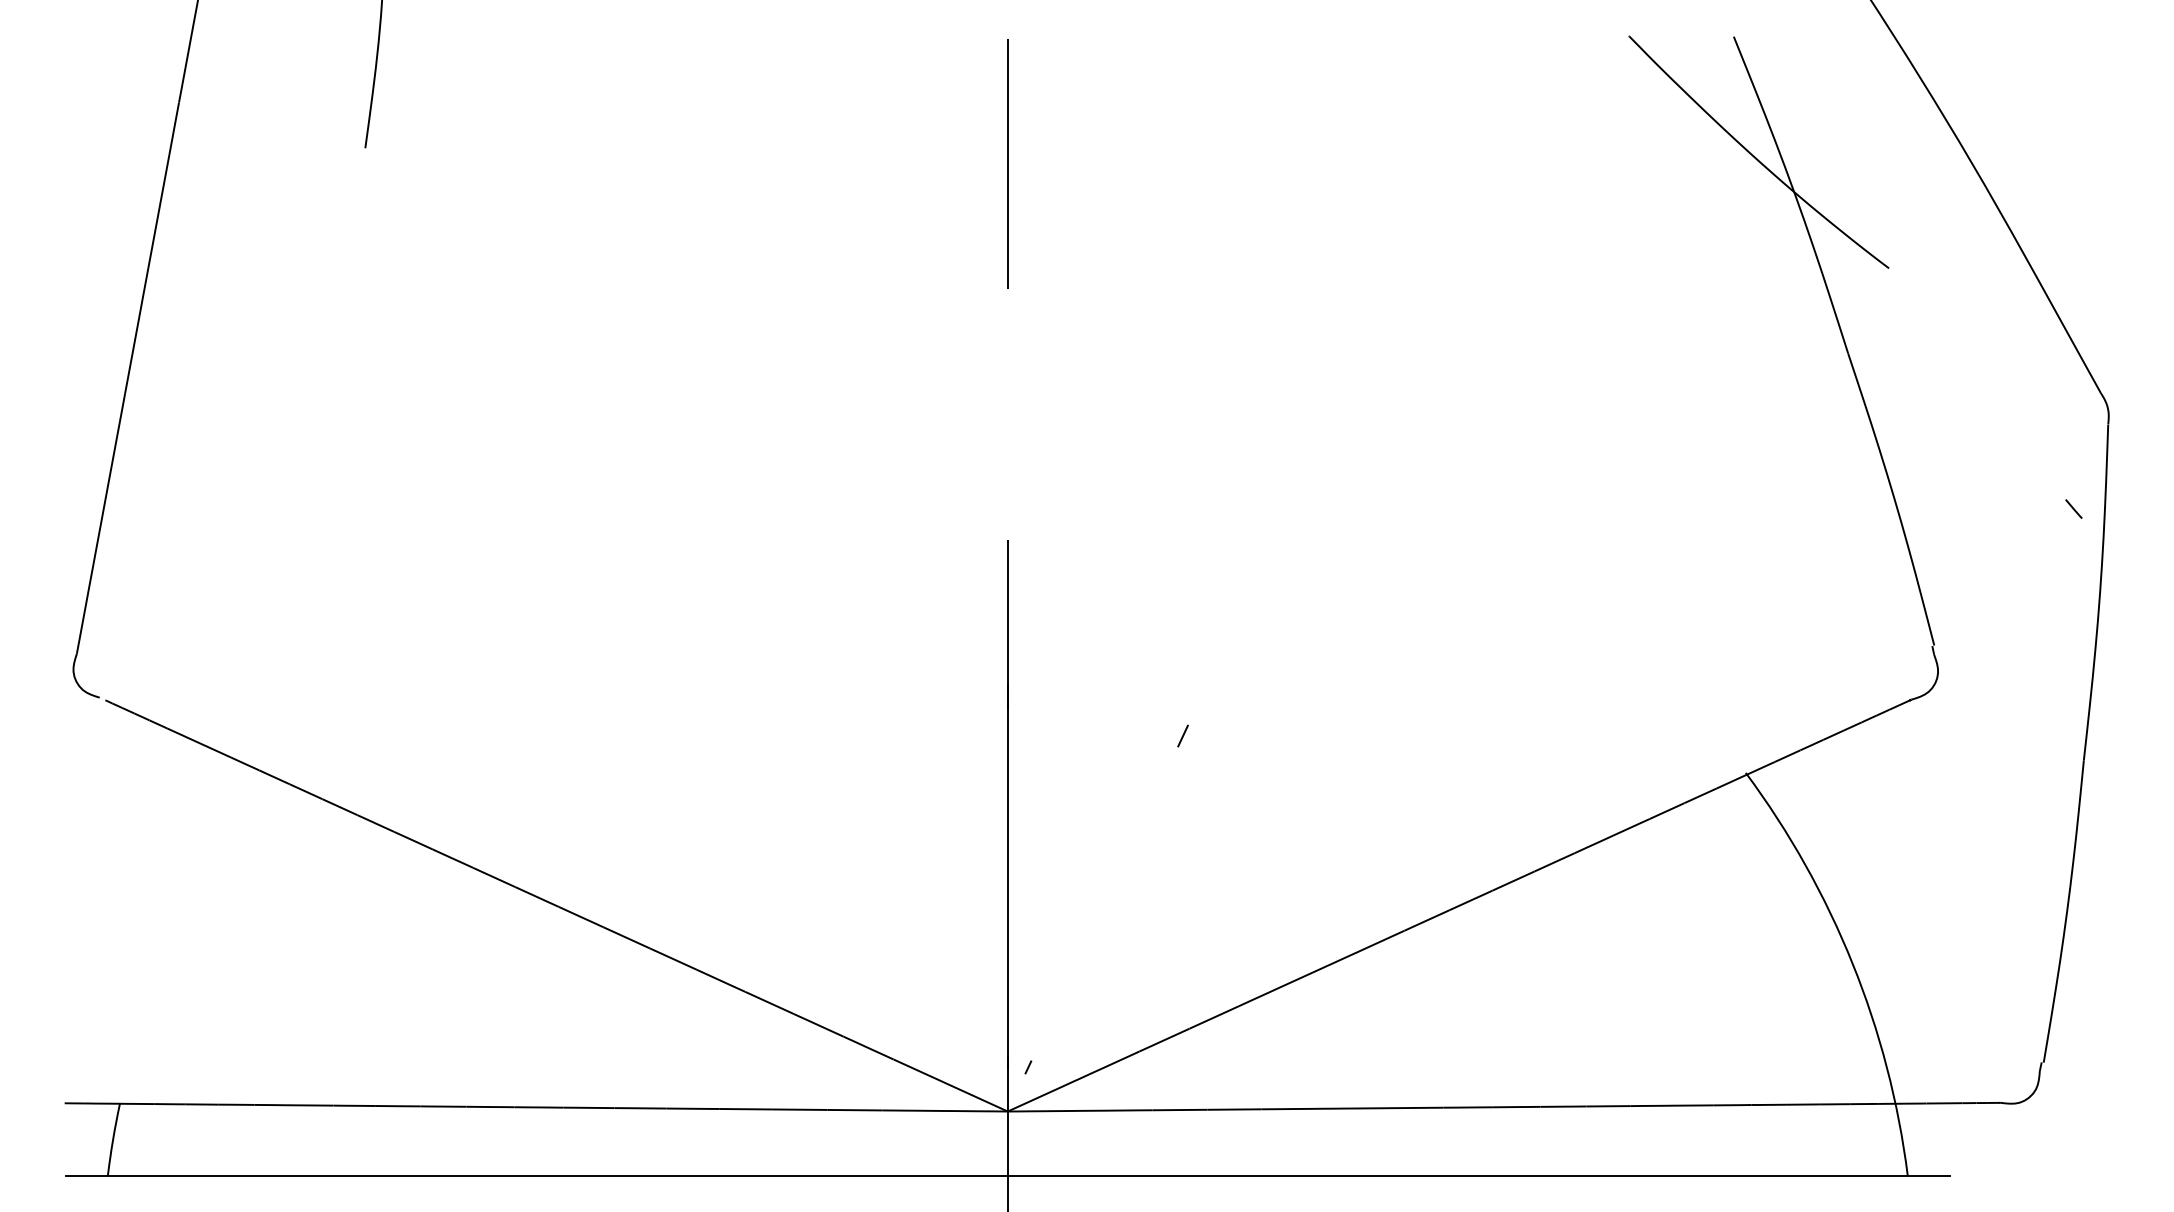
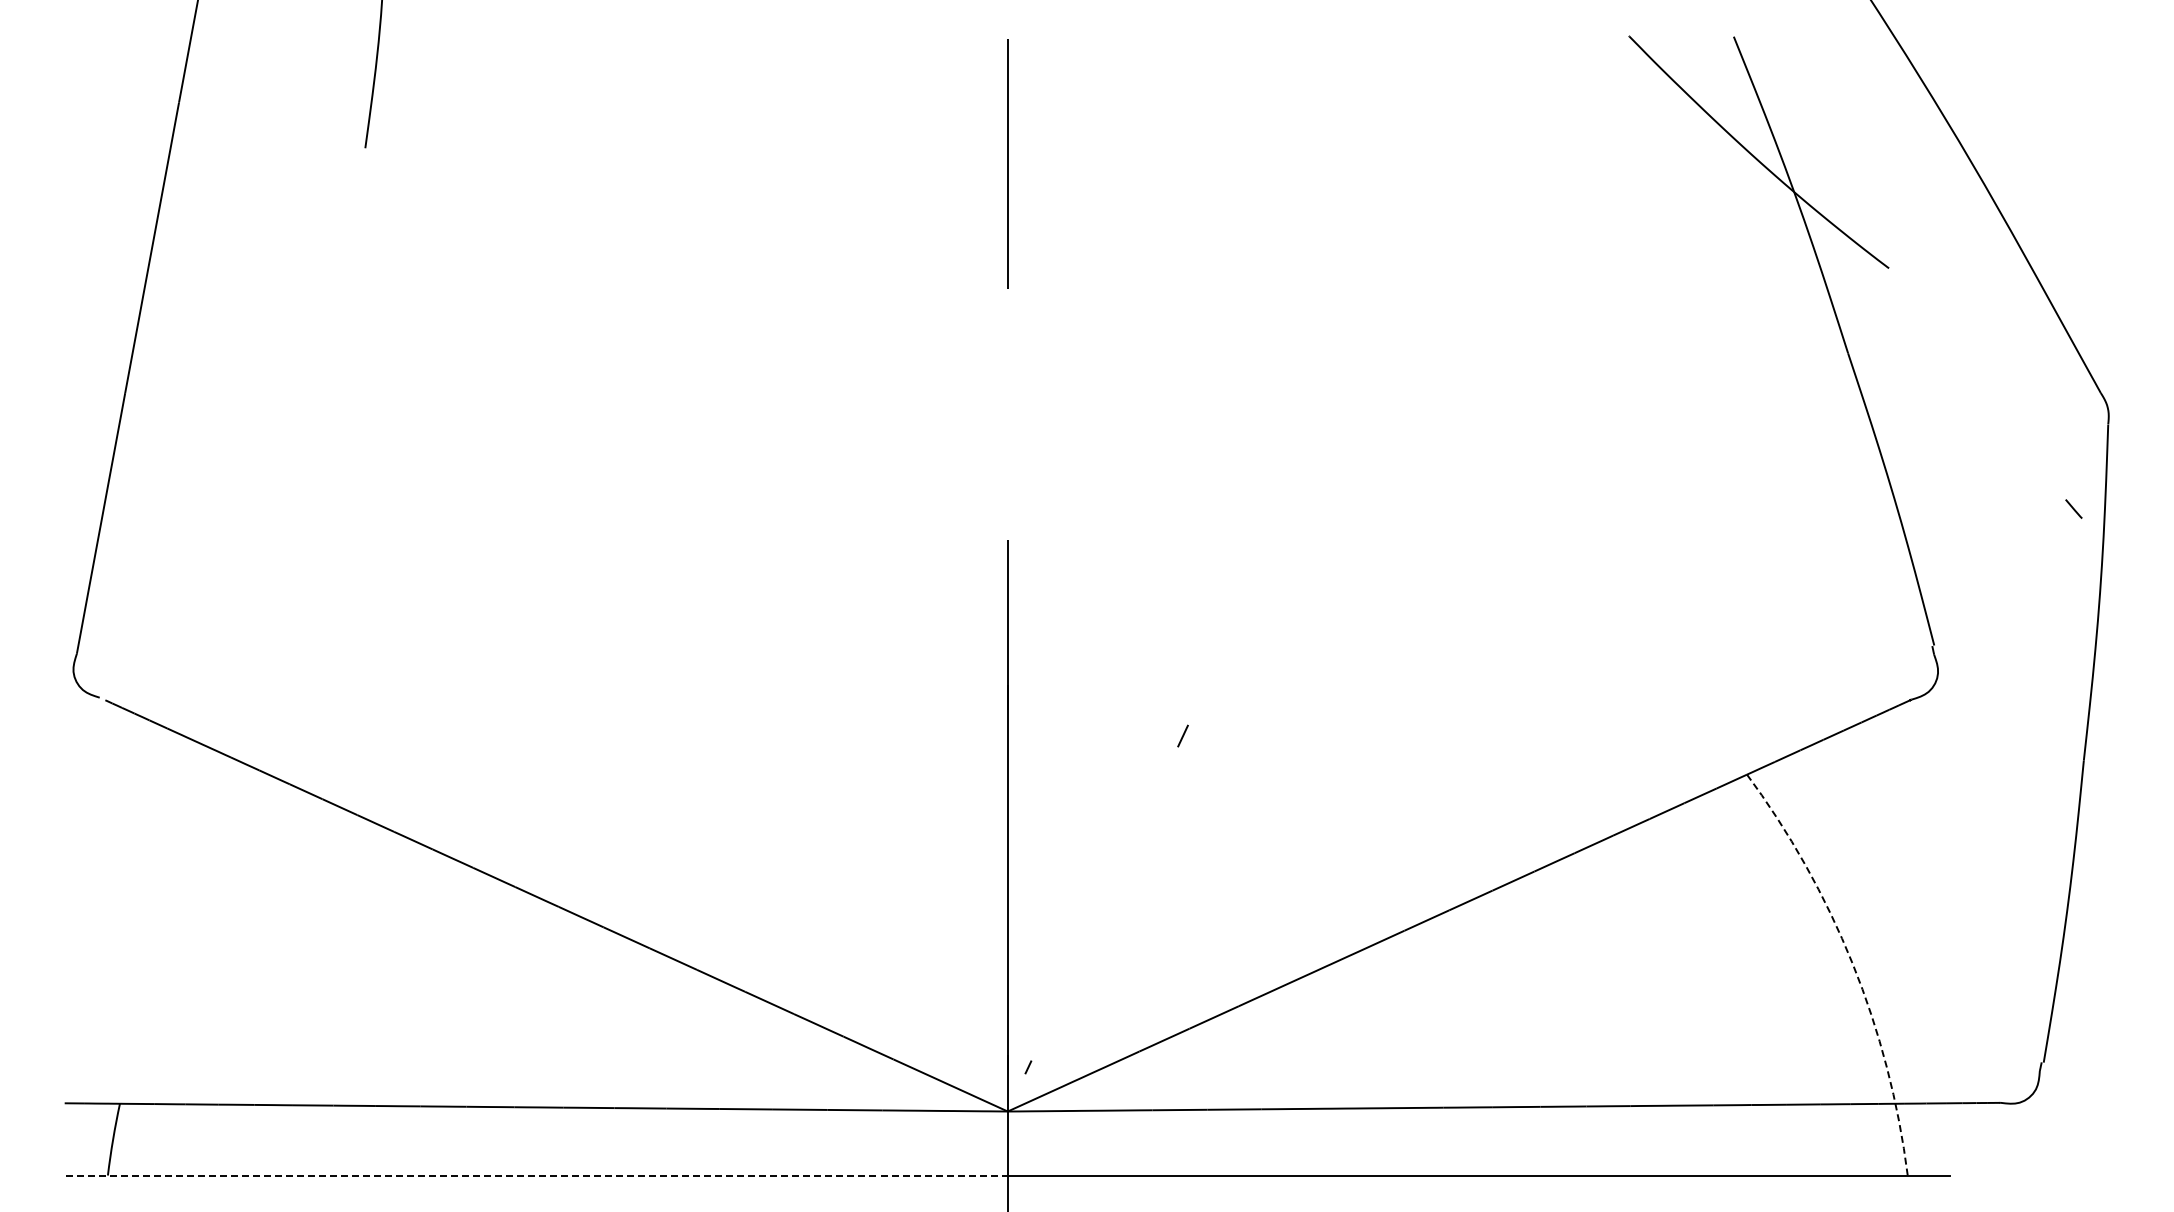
arc at (1852, 963): solid -> dashed
line at (537, 1175): solid -> dashed
